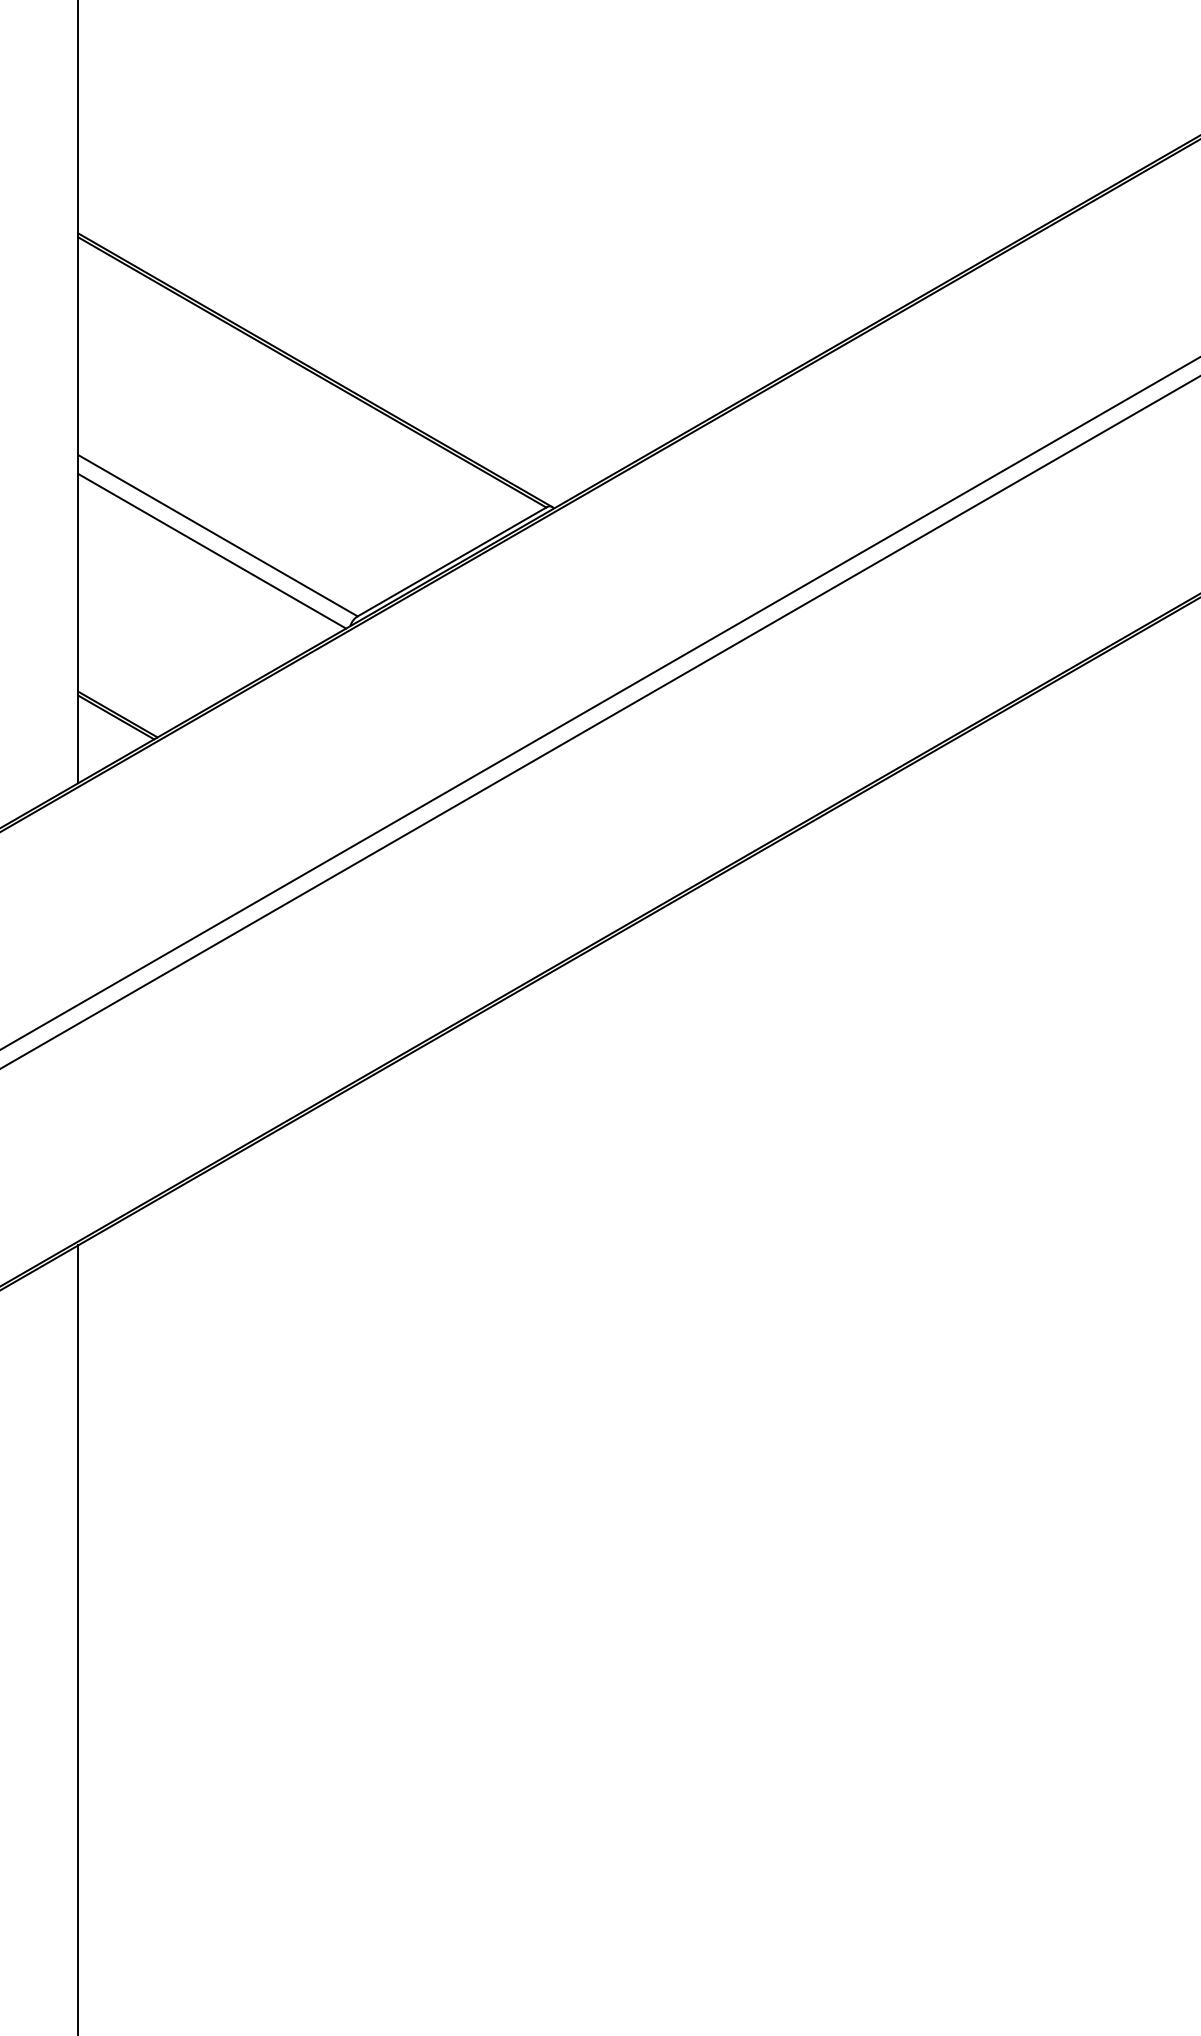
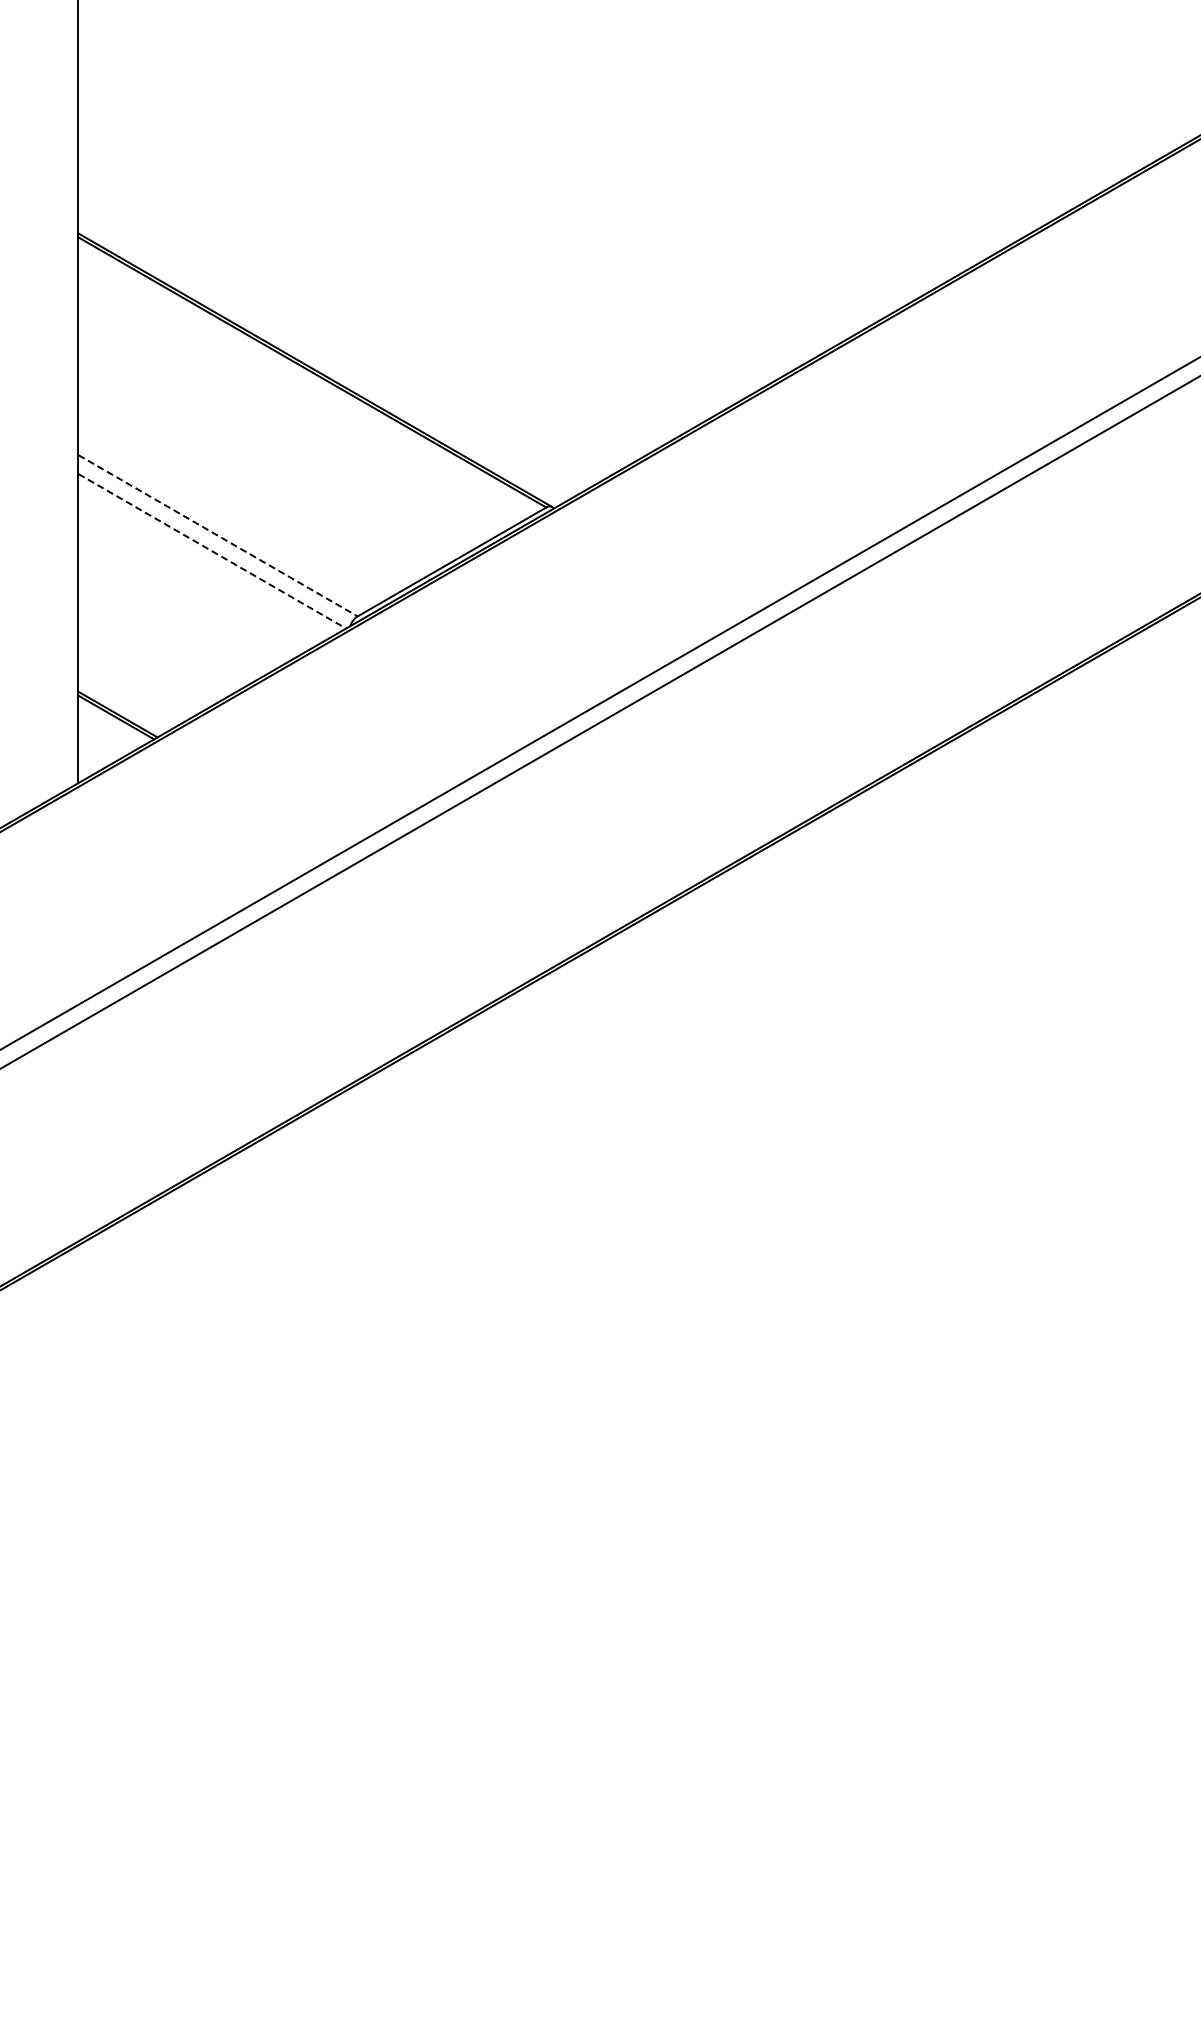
line at (218, 536): solid -> dashed
line at (212, 551): solid -> dashed
line at (78, 1638): present -> none
